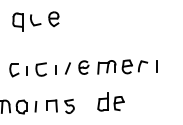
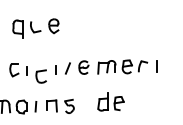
part at (35, 21) position: (35, 21) -> (35, 28)
part at (40, 69) position: (40, 69) -> (40, 76)
